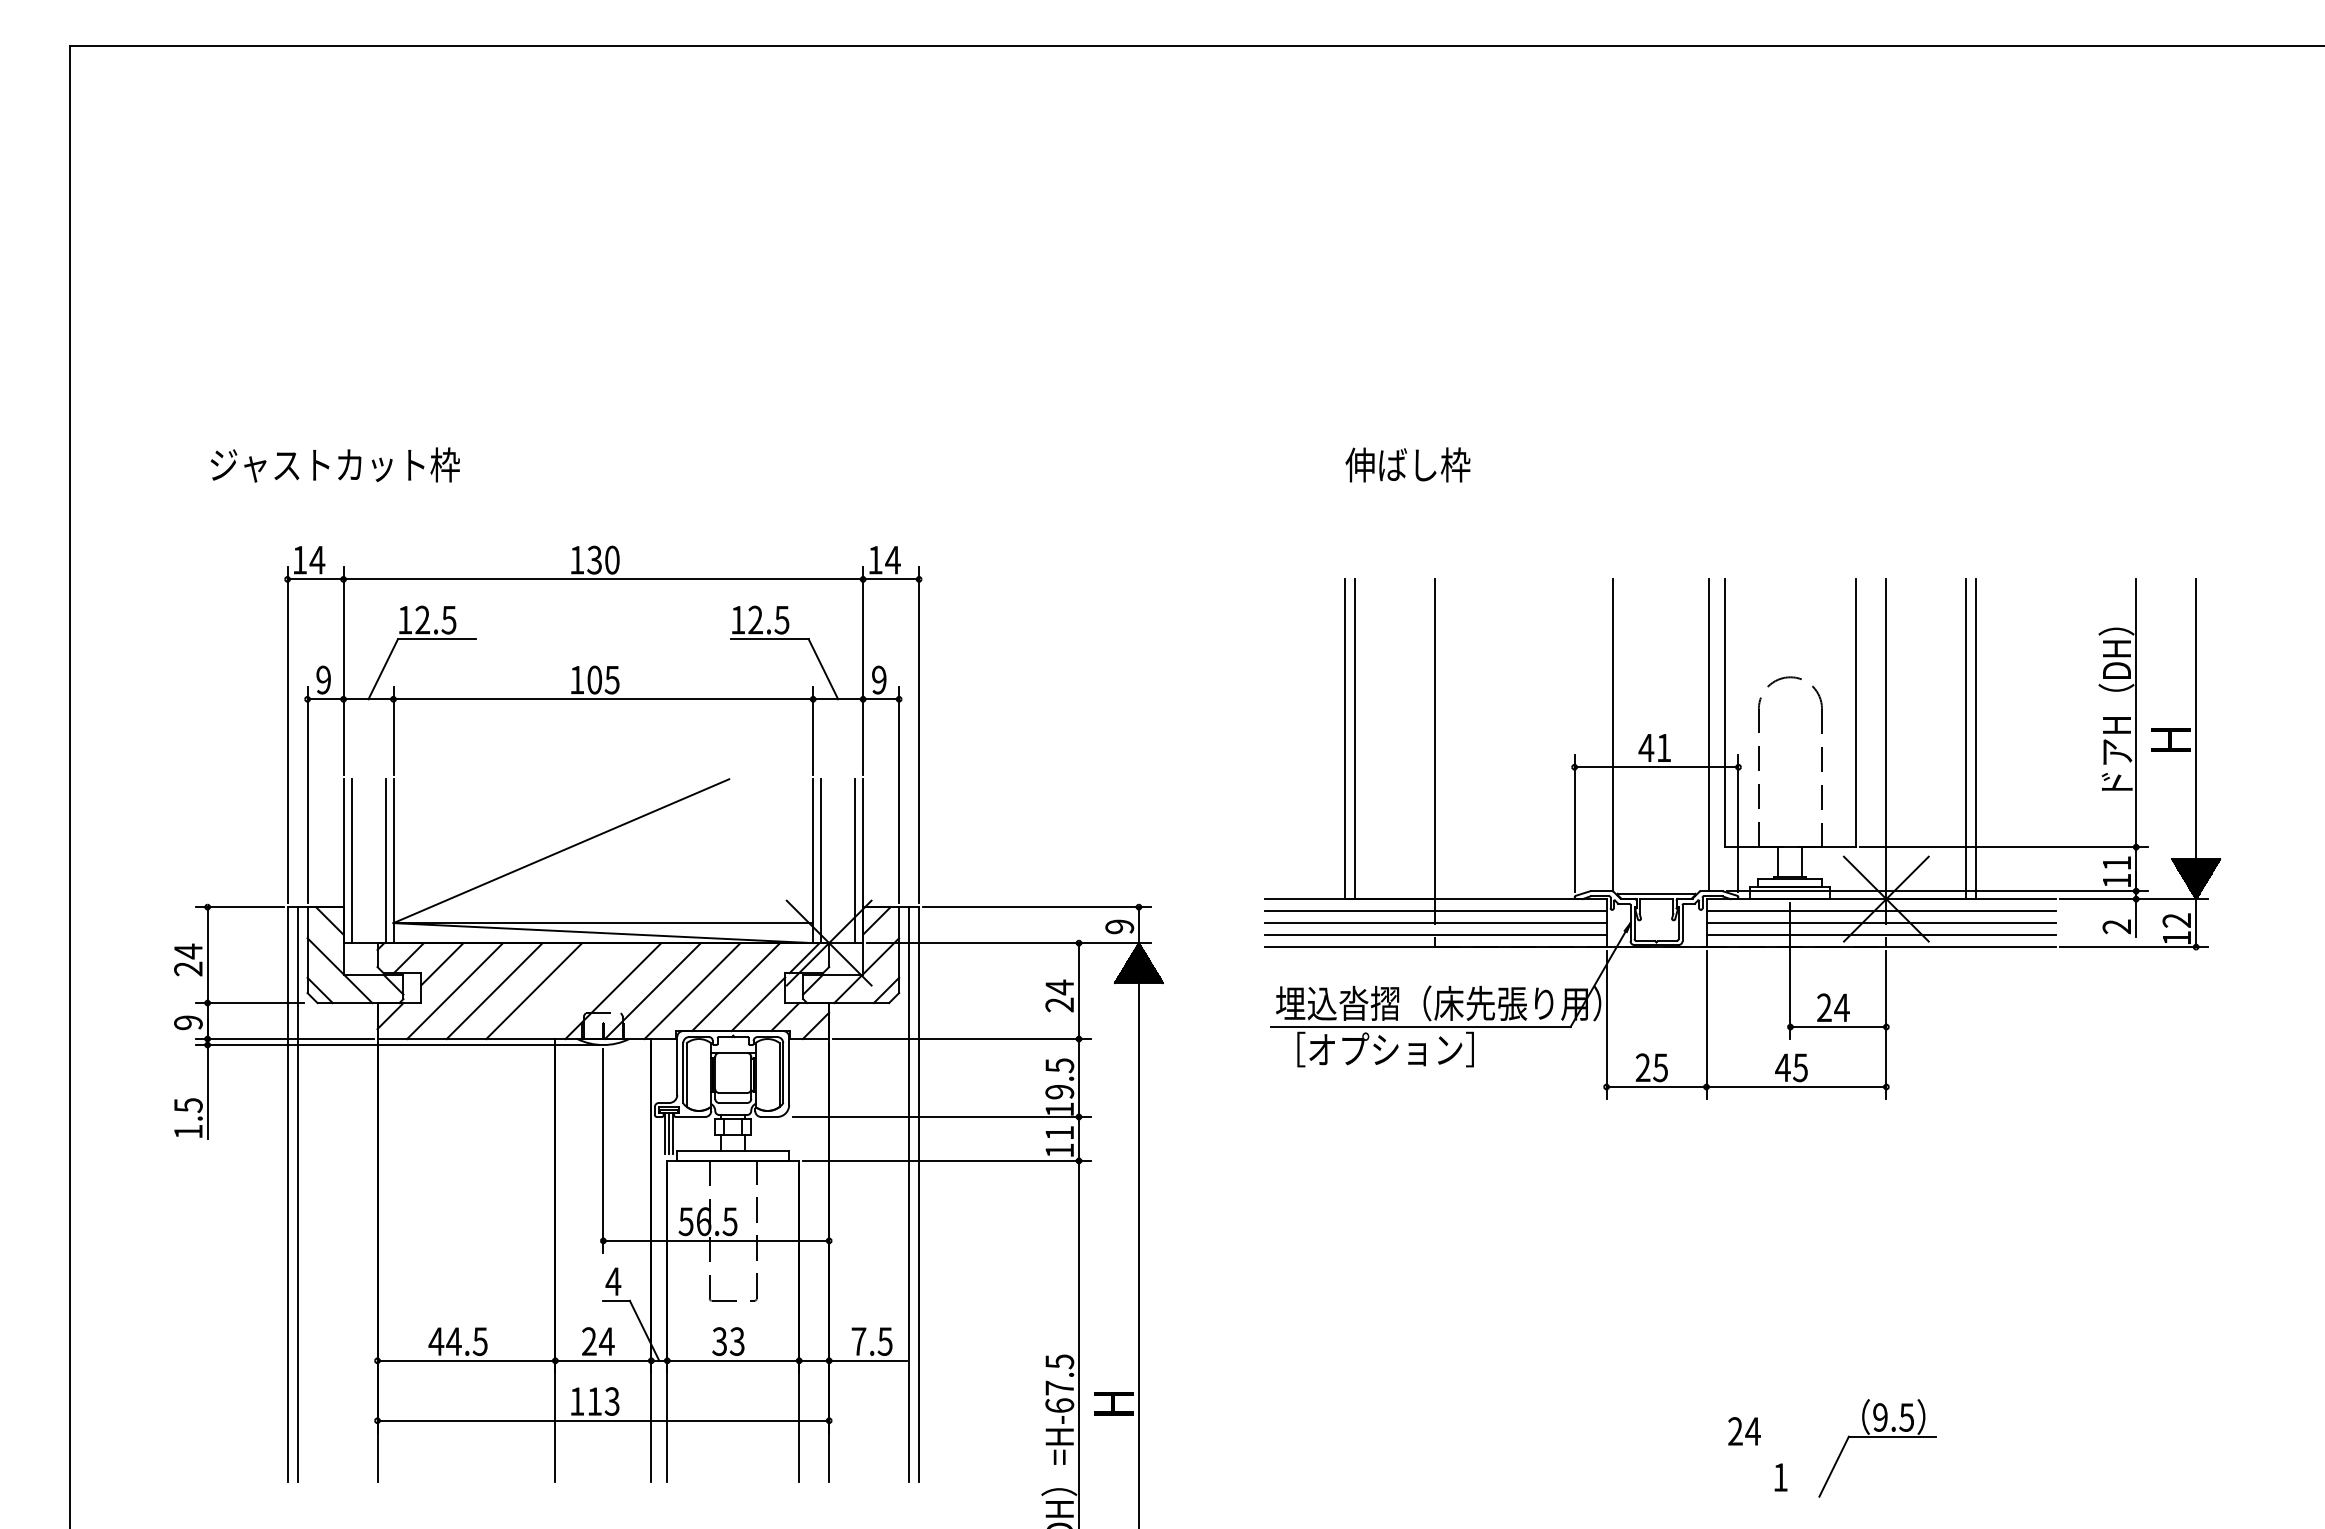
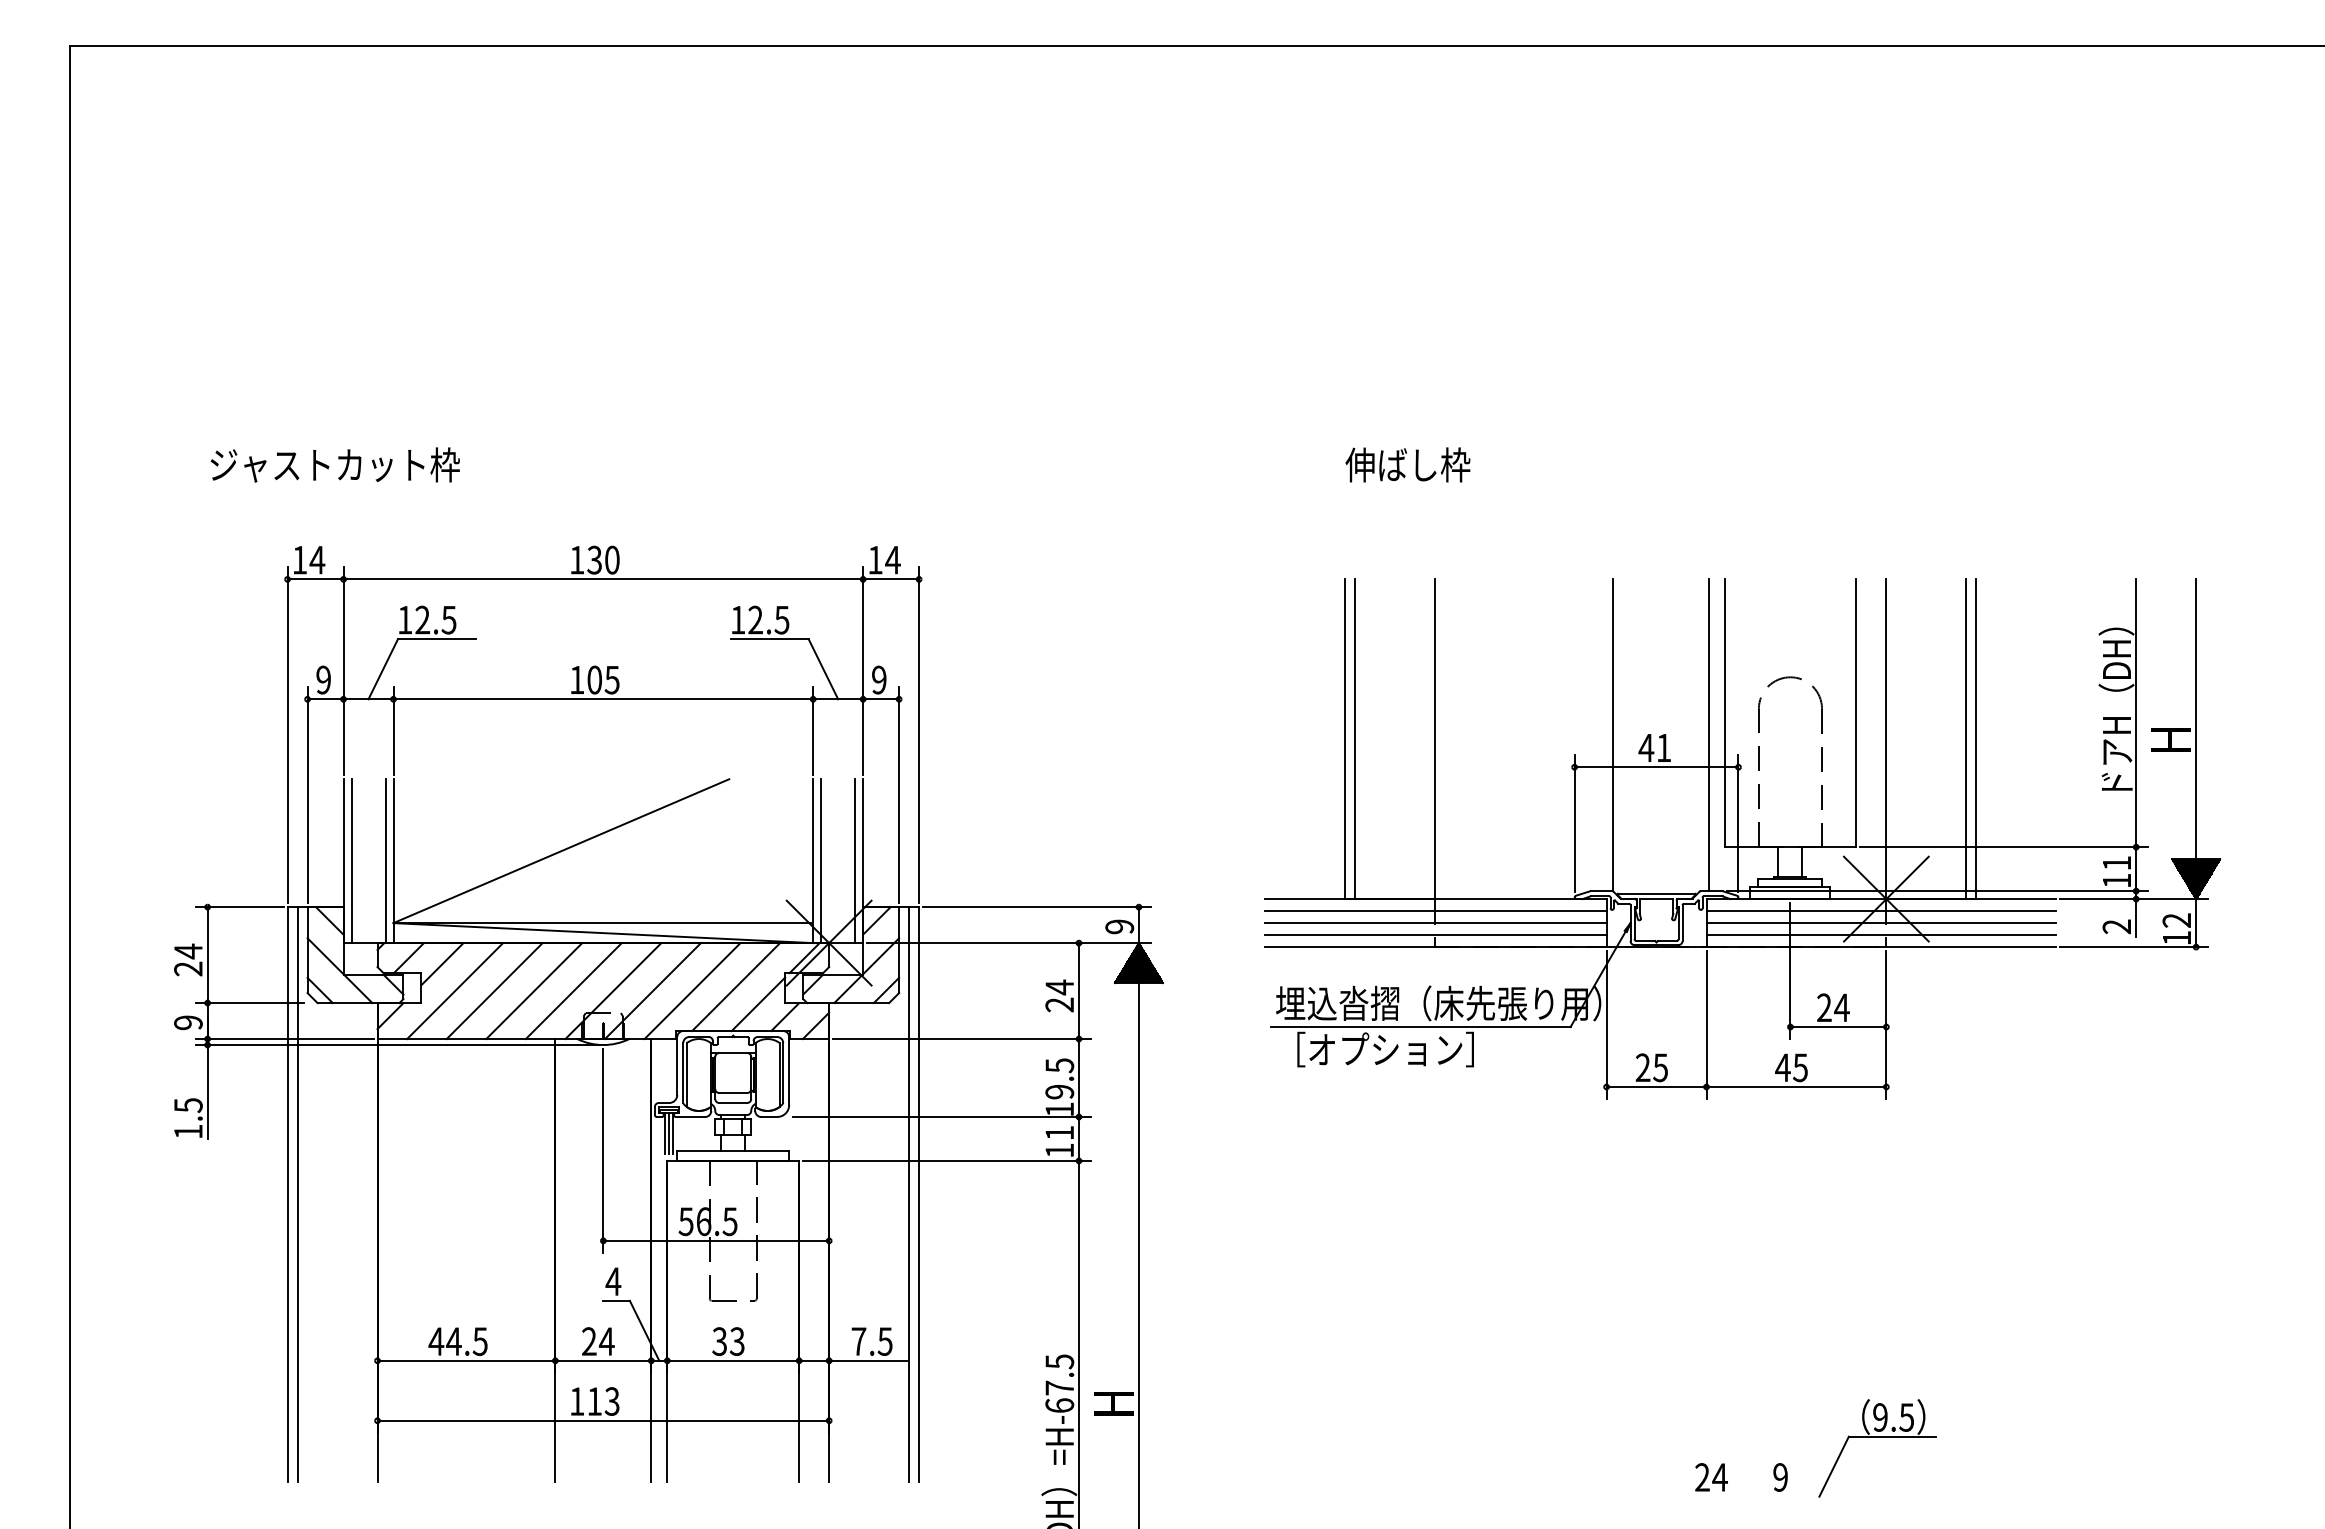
line at (573, 991): none -> present
text at (1744, 1431) position: (1744, 1431) -> (1711, 1477)
text at (1780, 1477): 1 -> 9
